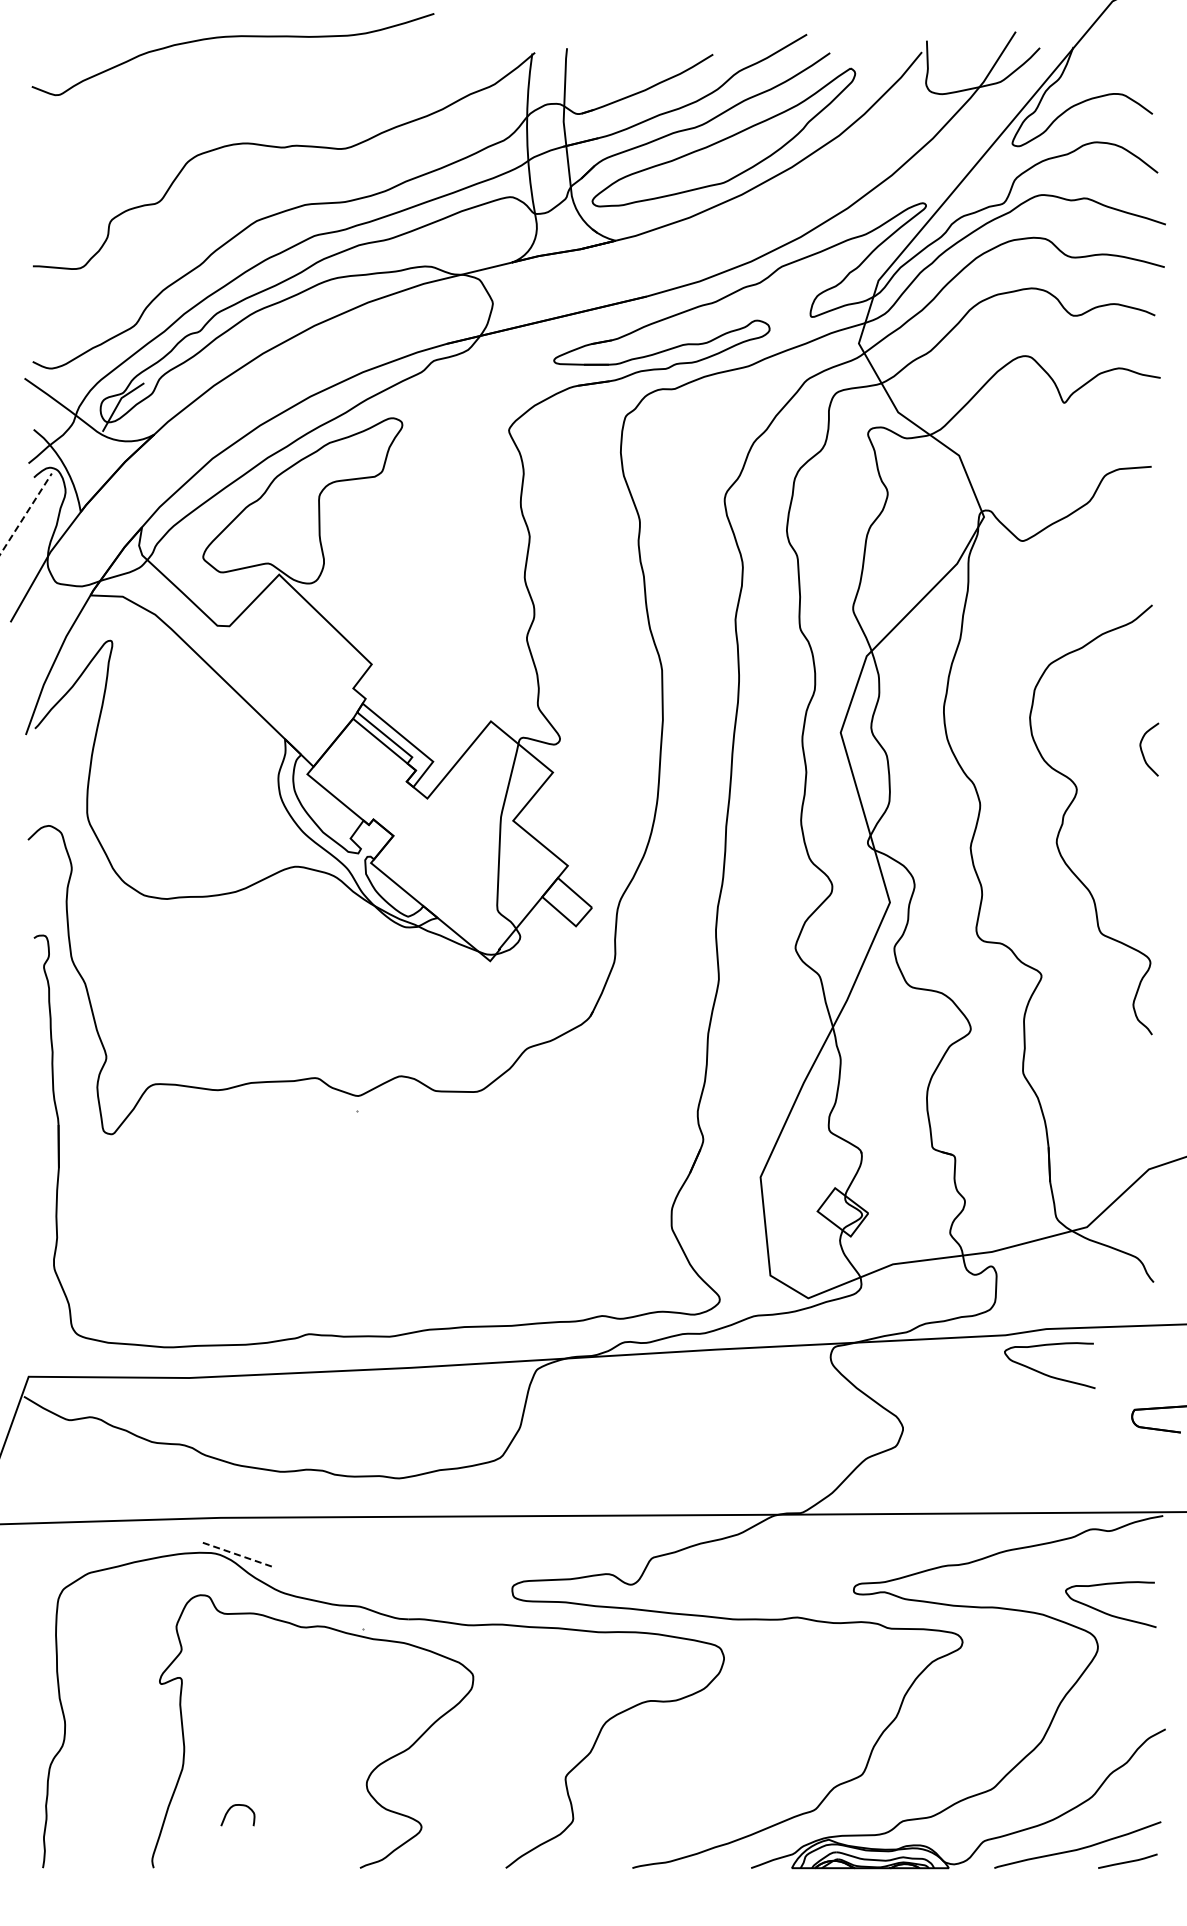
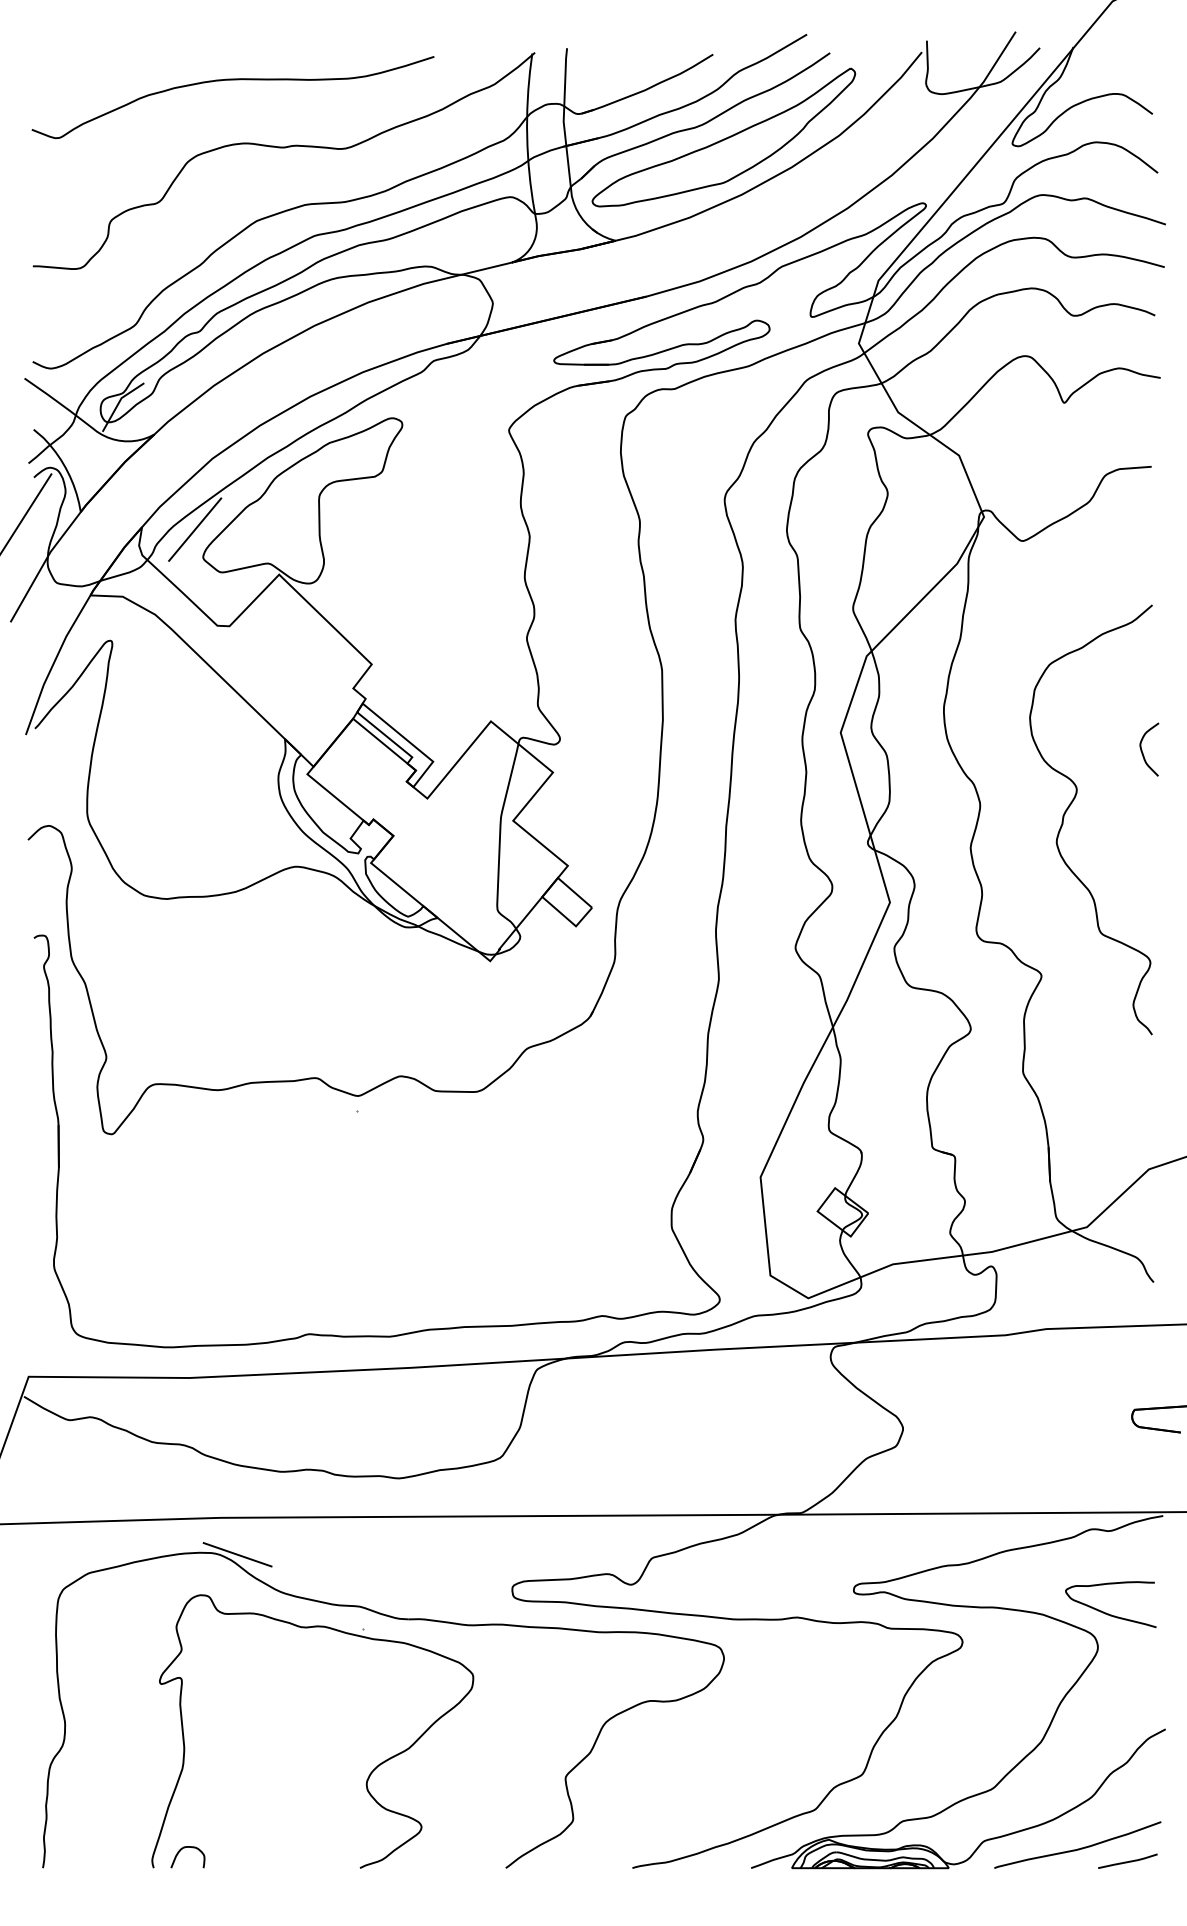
curve at (232, 37) position: (232, 37) -> (232, 80)
line at (26, 513): dashed -> solid
line at (195, 529): none -> present
curve at (1045, 1373): present -> none
line at (238, 1555): dashed -> solid
curve at (231, 1808) position: (231, 1808) -> (181, 1850)
